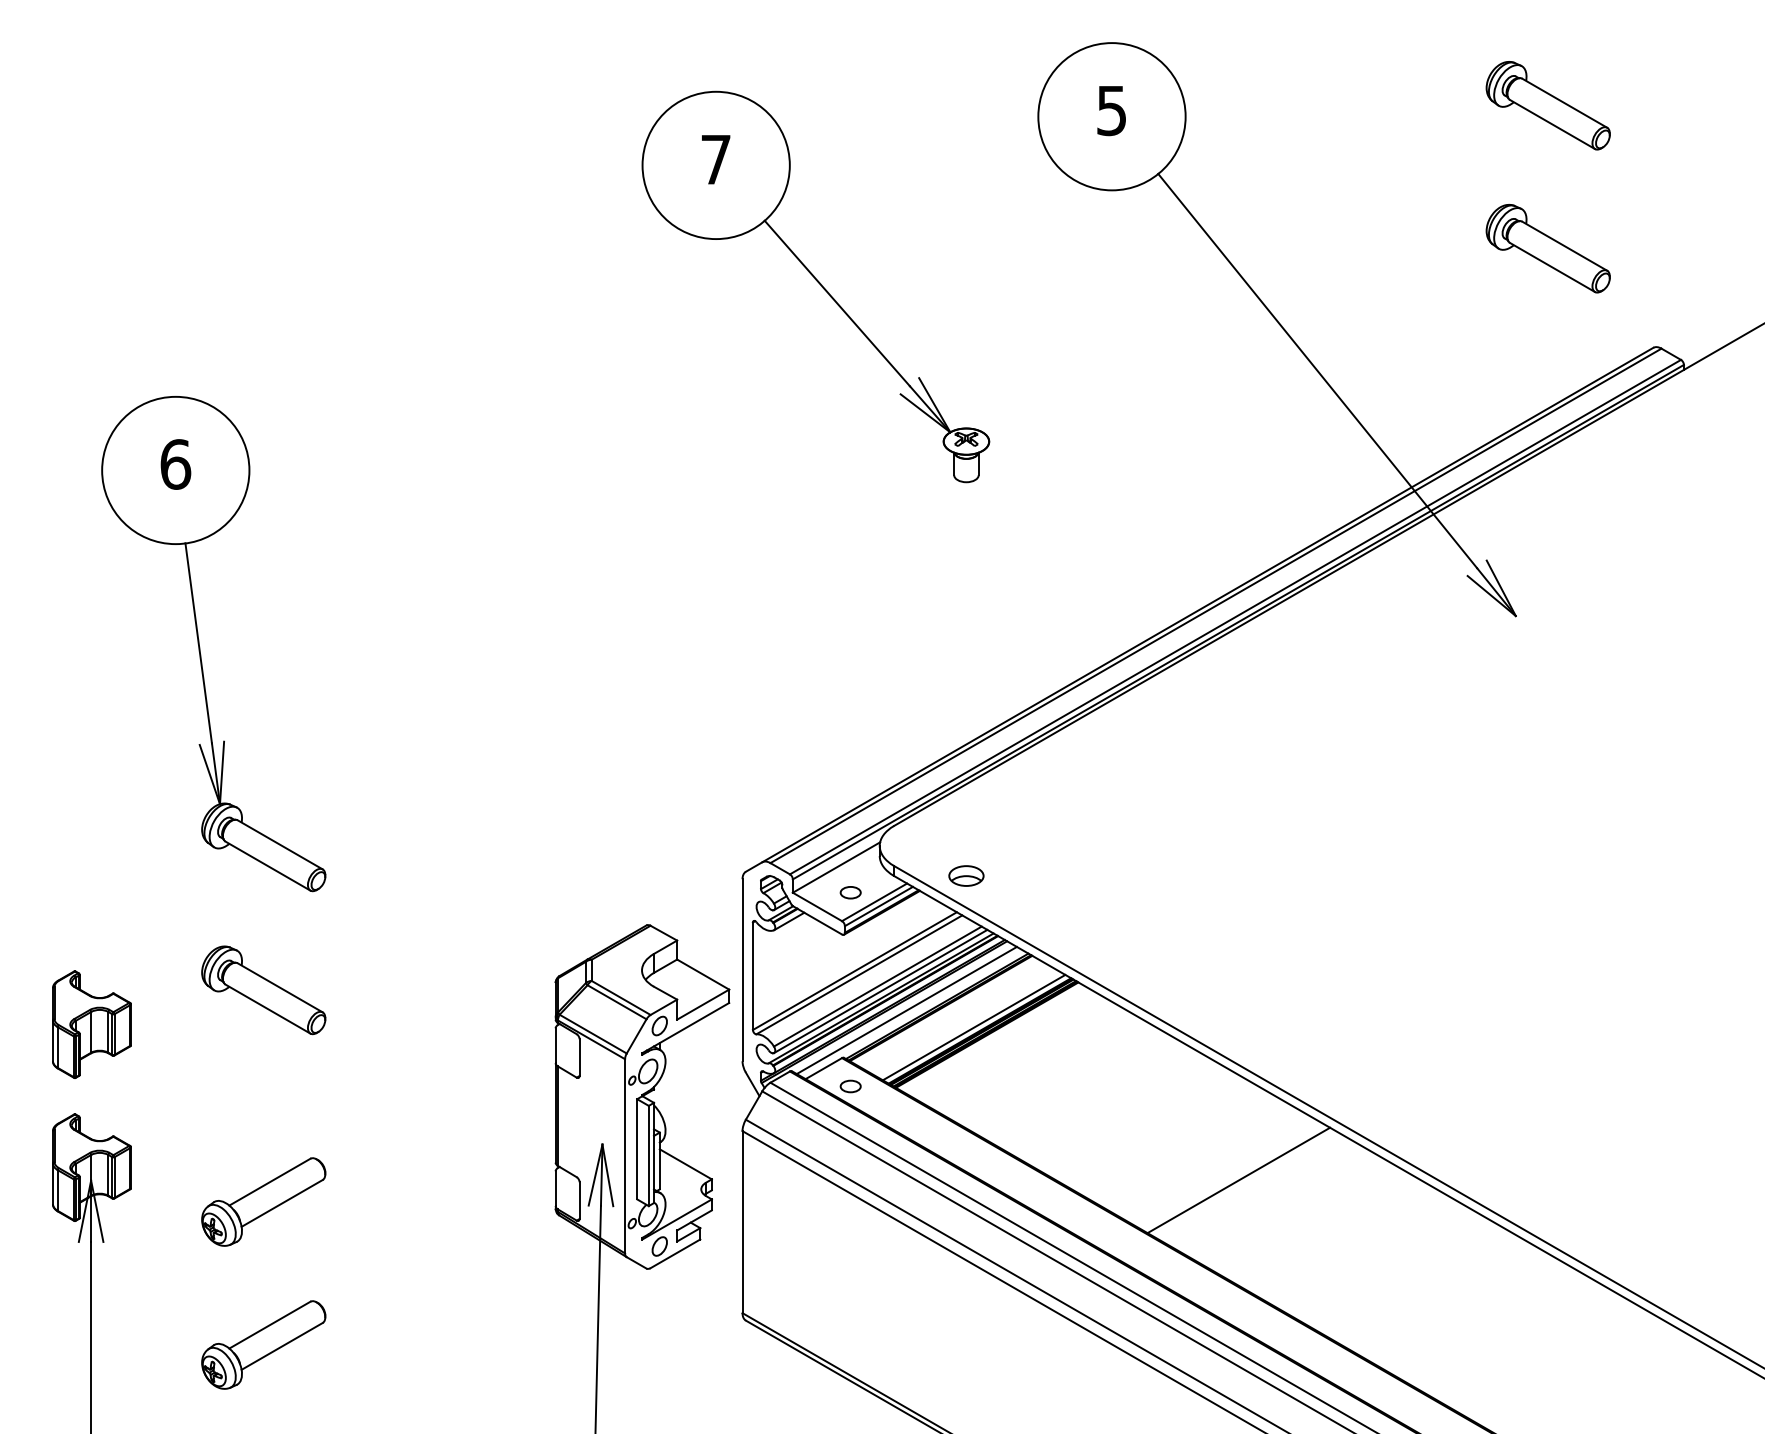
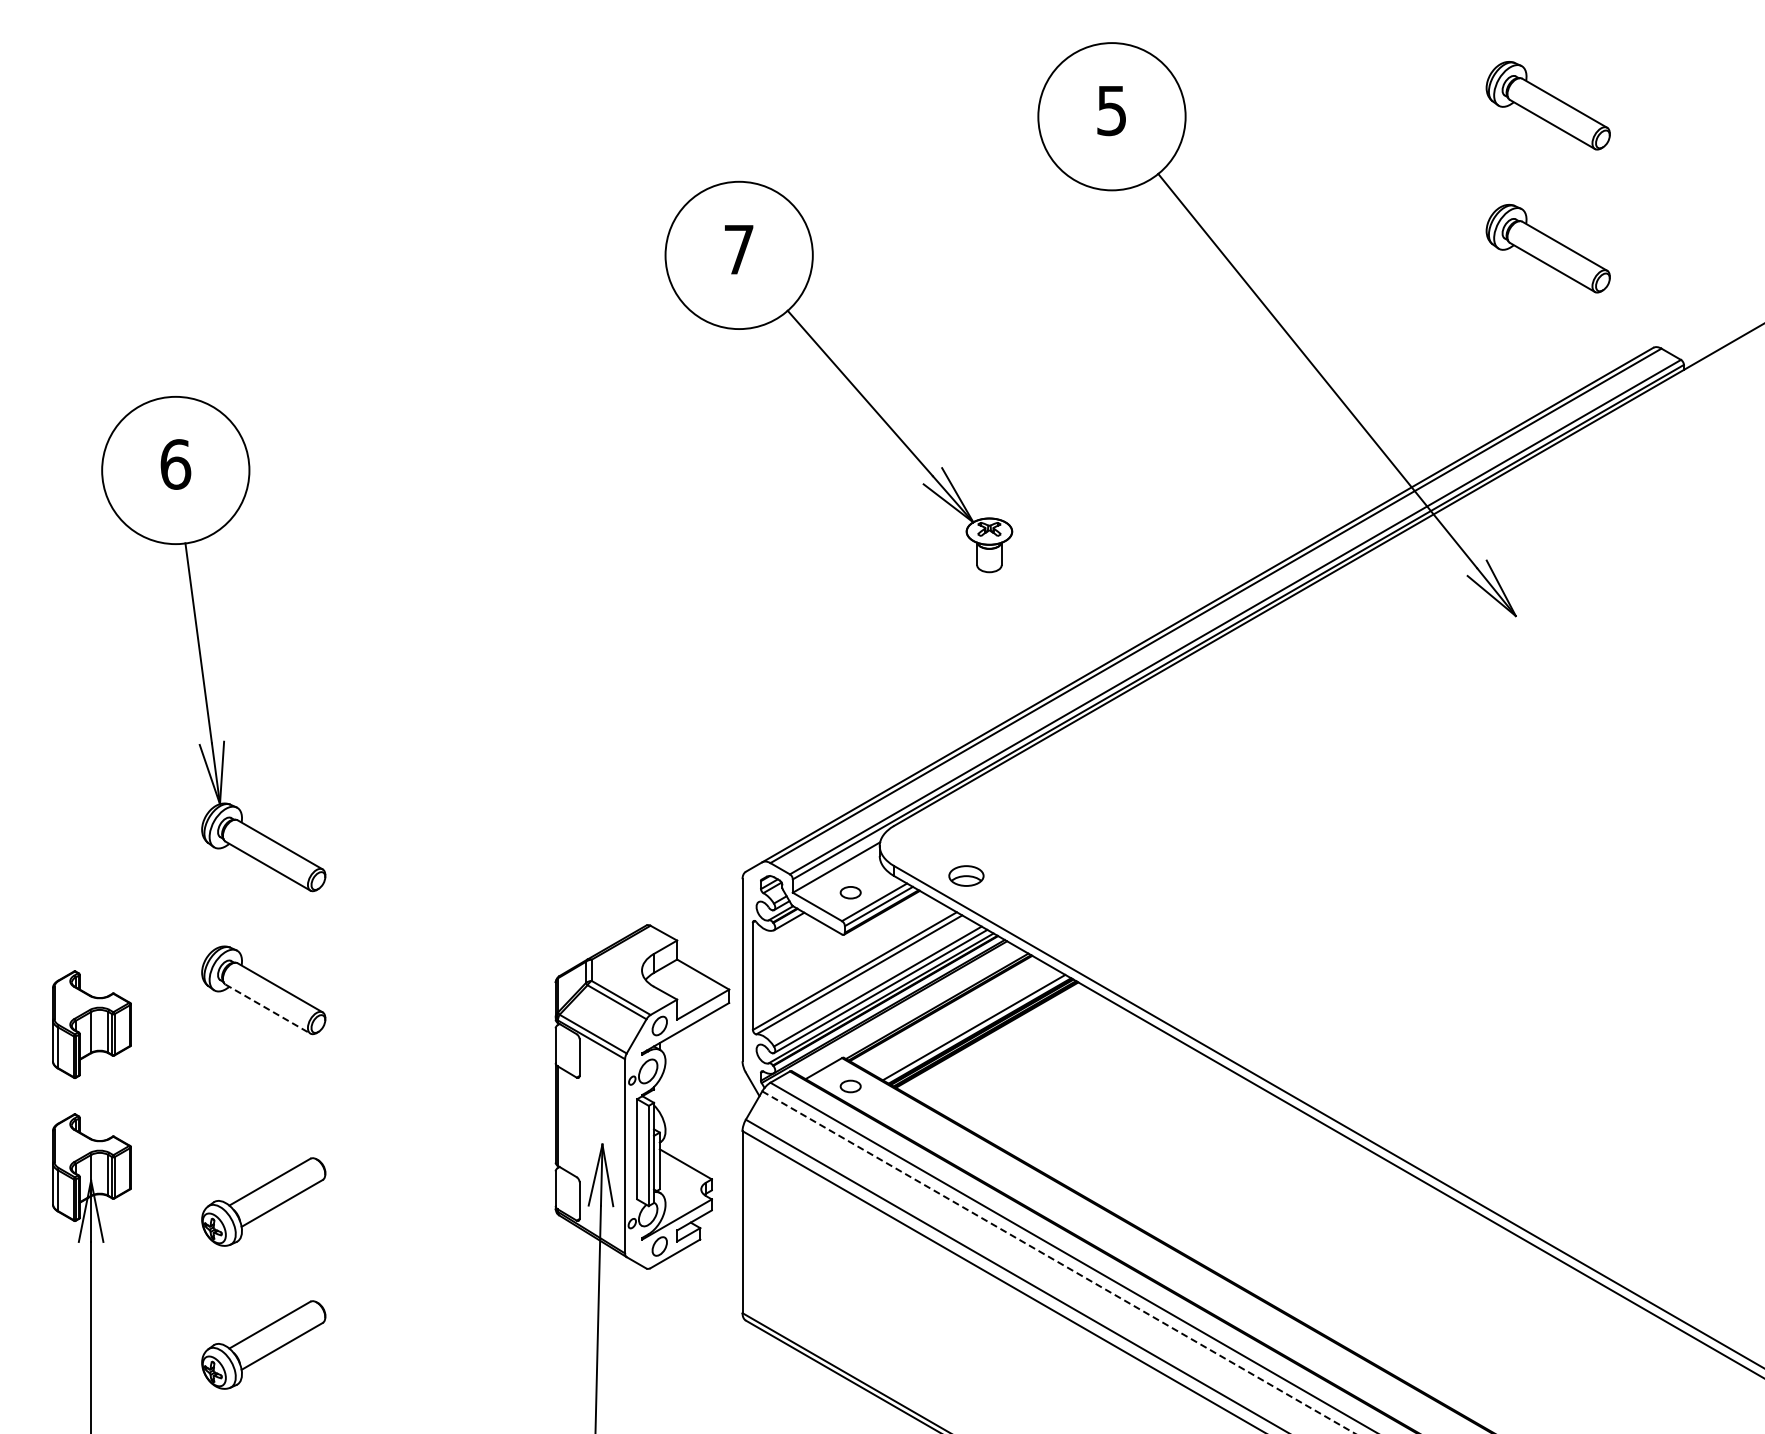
part at (815, 286) position: (815, 286) -> (838, 376)
line at (268, 1009): solid -> dashed
line at (906, 1010): present -> none
line at (1238, 1180): present -> none
line at (1059, 1262): solid -> dashed
